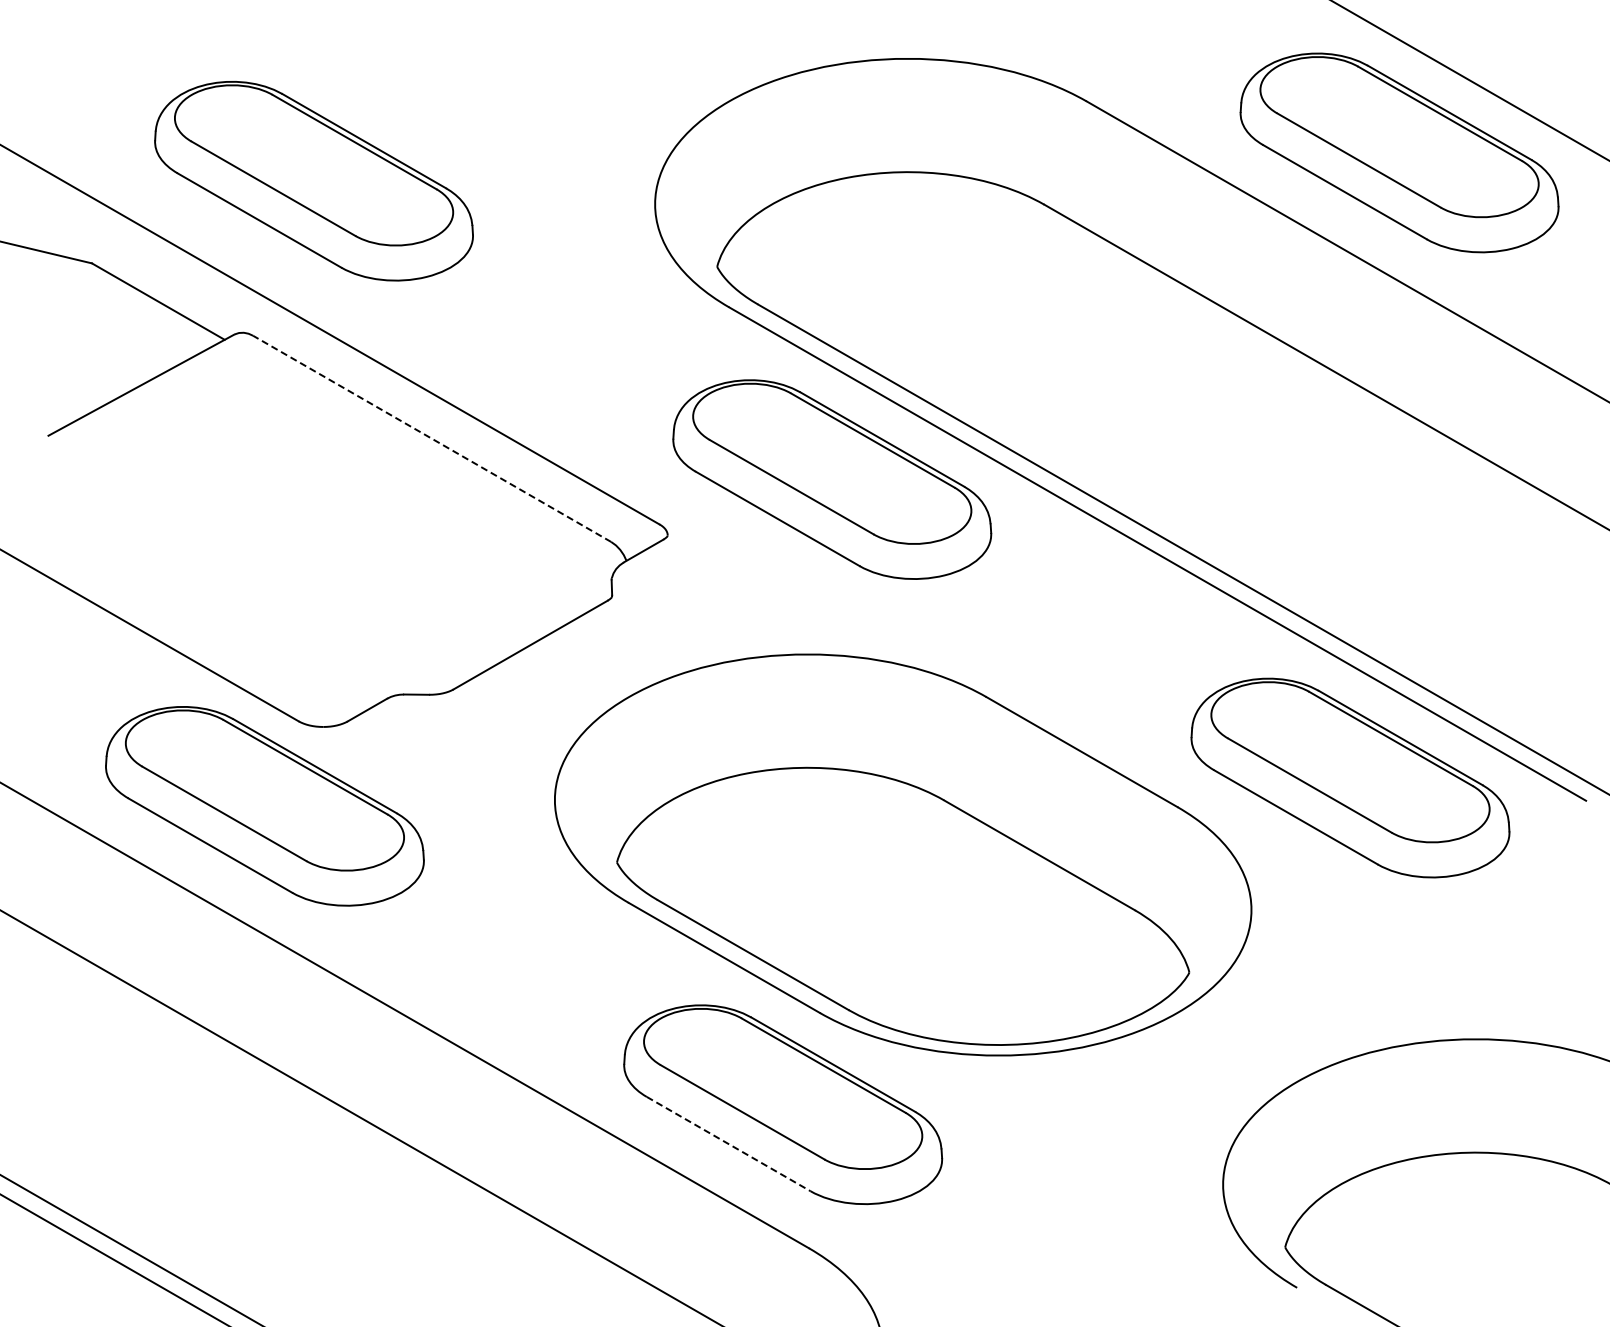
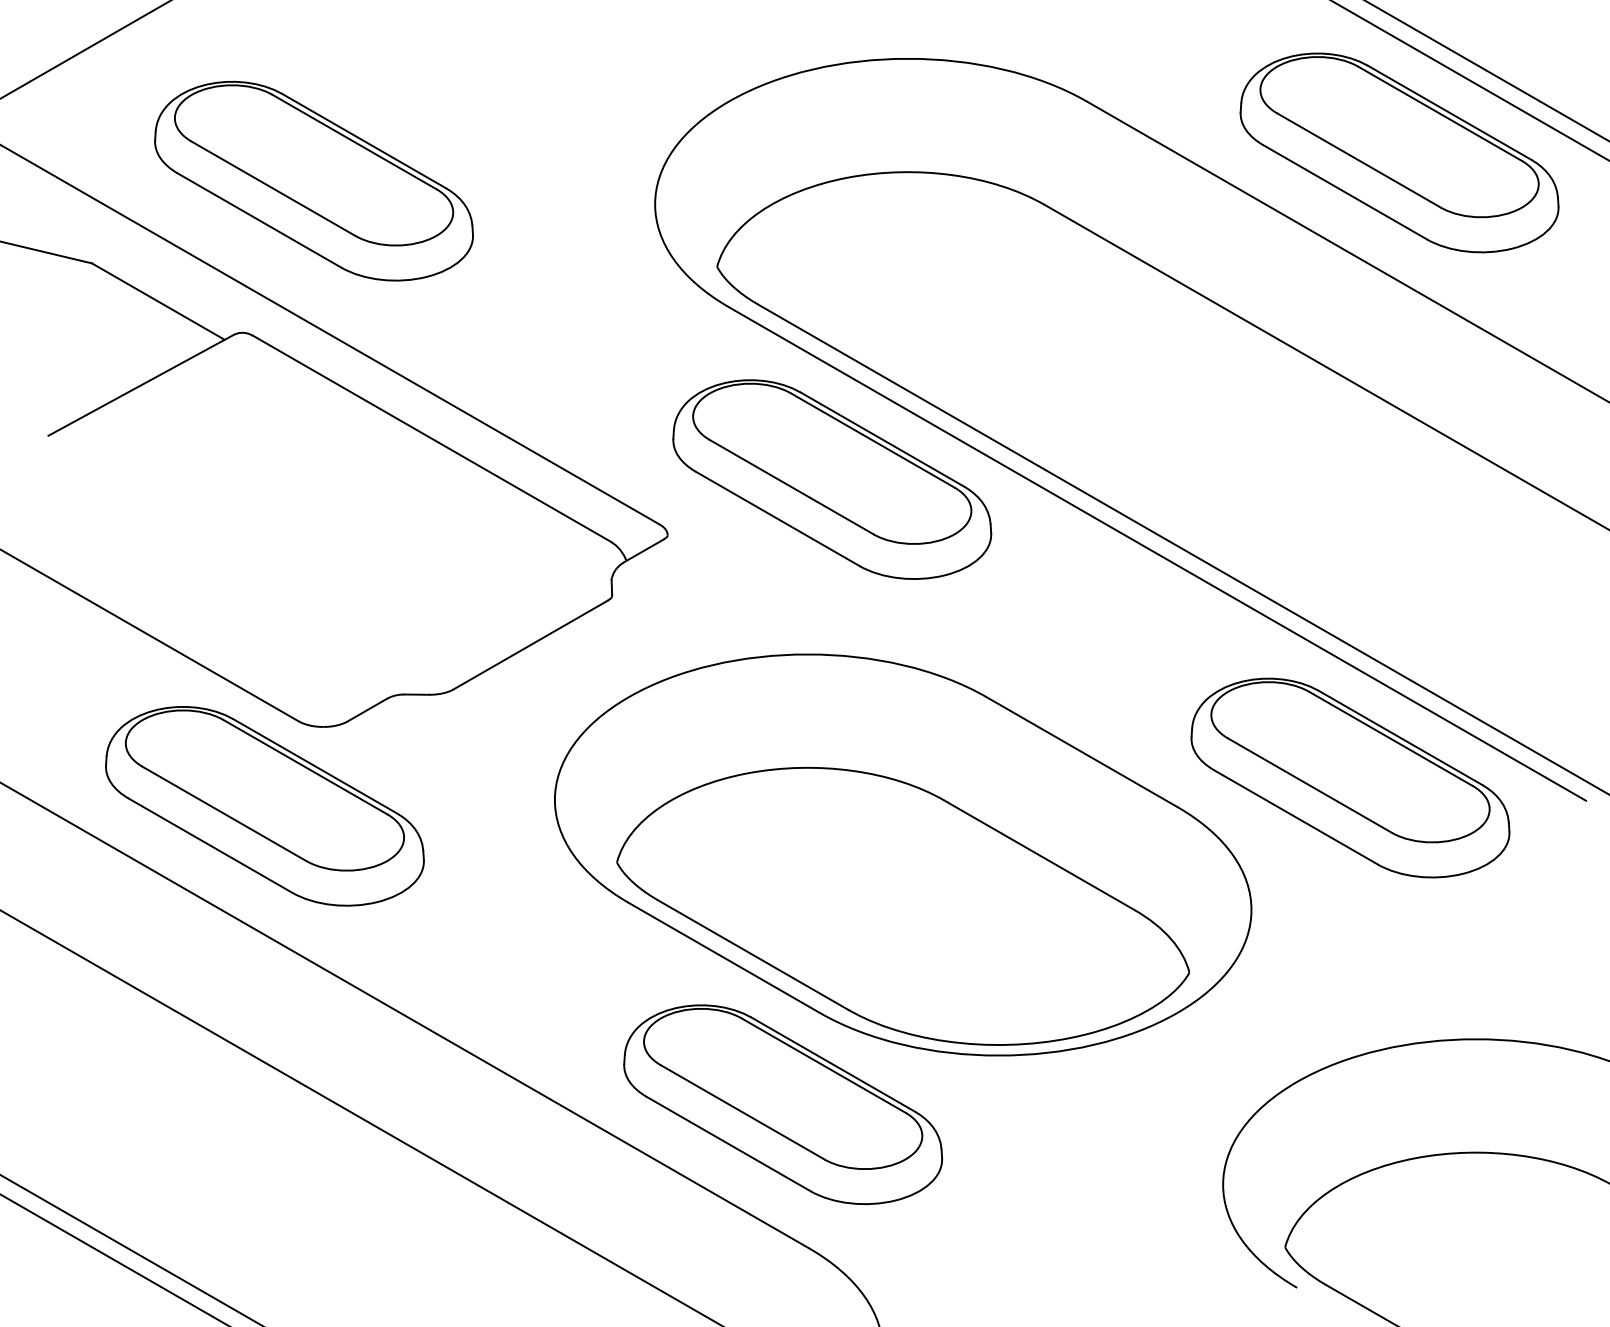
line at (85, 49): none -> present
line at (1486, 70): none -> present
line at (432, 438): dashed -> solid
line at (729, 1144): dashed -> solid
